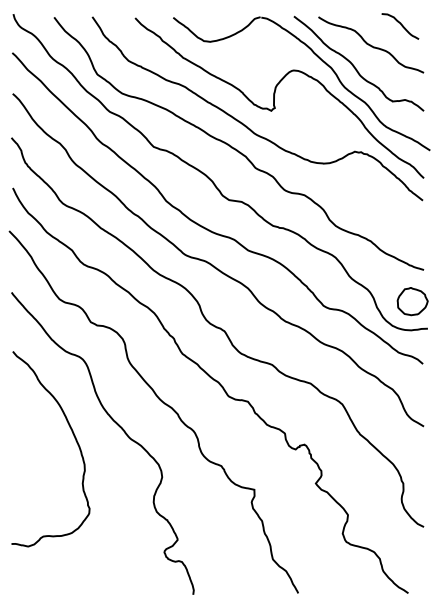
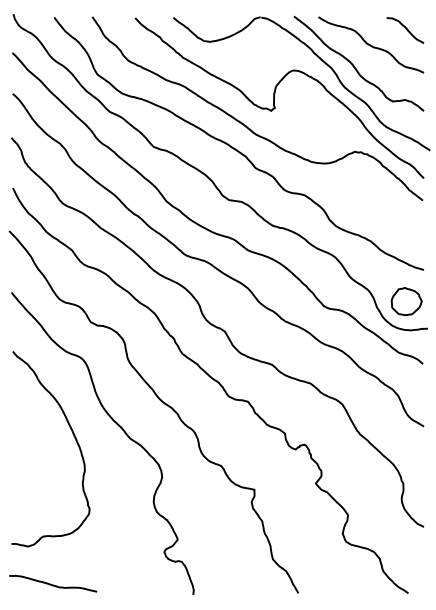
curve at (401, 26) position: (401, 26) -> (406, 30)
part at (412, 301) position: (412, 301) -> (406, 301)
curve at (53, 584): none -> present
